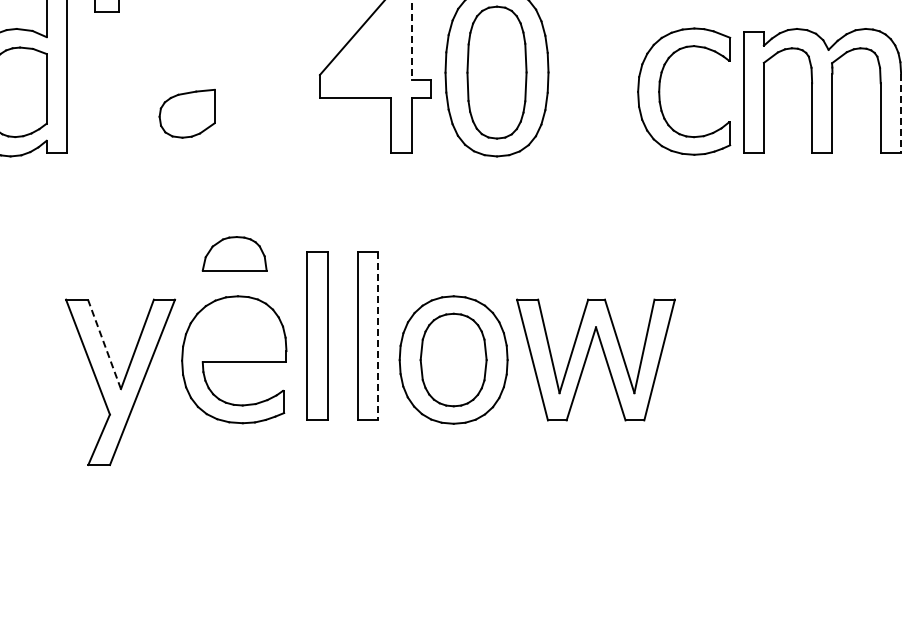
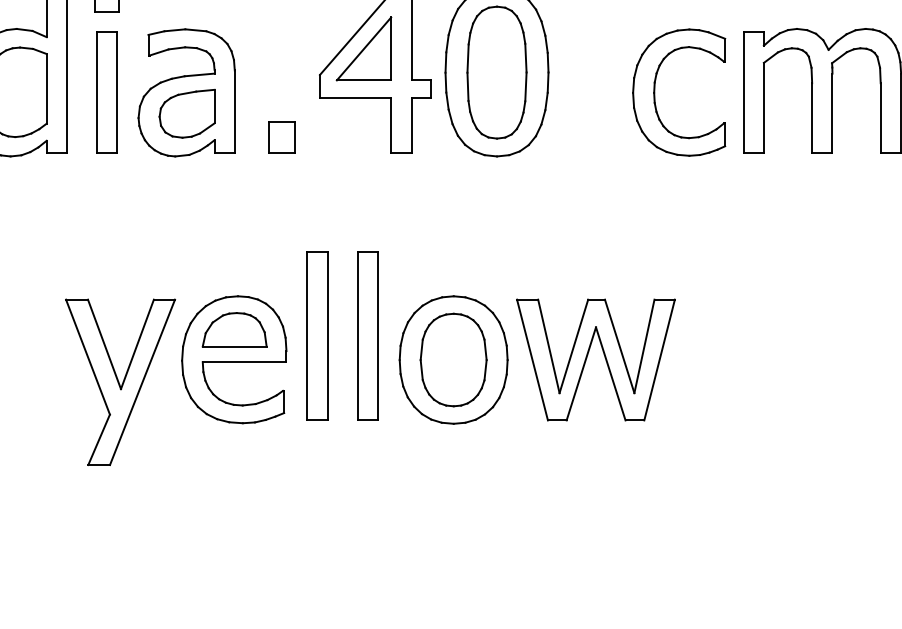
line at (411, 40): dashed -> solid
part at (363, 48): none -> present
part at (660, 91) position: (660, 91) -> (655, 92)
part at (106, 92): none -> present
part at (186, 92): none -> present
line at (901, 113): dashed -> solid
part at (281, 137): none -> present
part at (234, 253) position: (234, 253) -> (234, 329)
line at (378, 336): dashed -> solid
line at (104, 344): dashed -> solid
